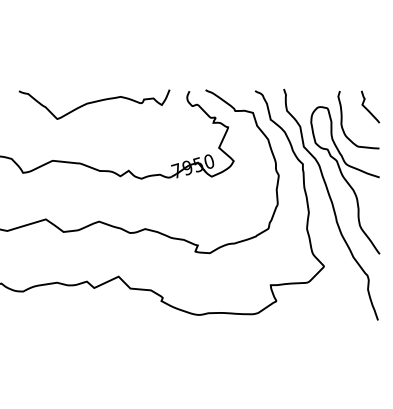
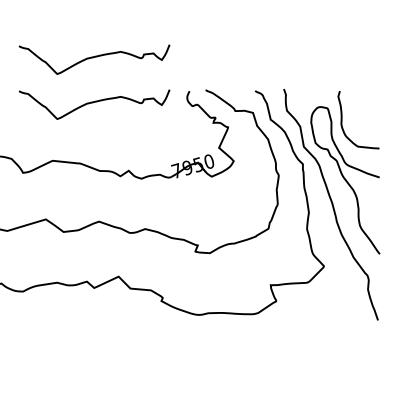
curve at (93, 58): none -> present
curve at (367, 108): present -> none
